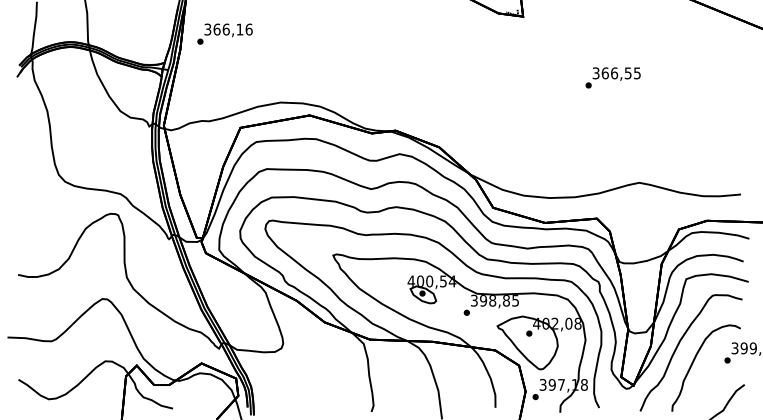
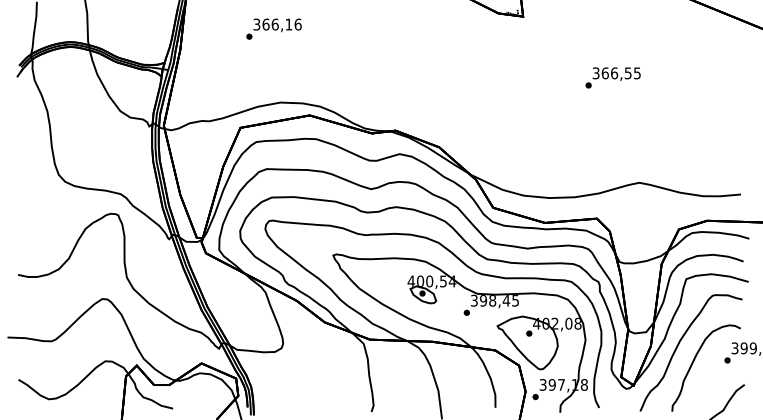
text at (224, 33) position: (224, 33) -> (273, 28)
text at (506, 300): 398,85 -> 398,45
